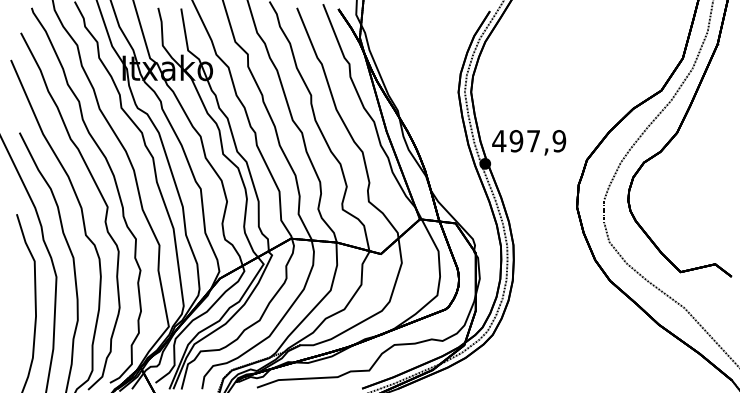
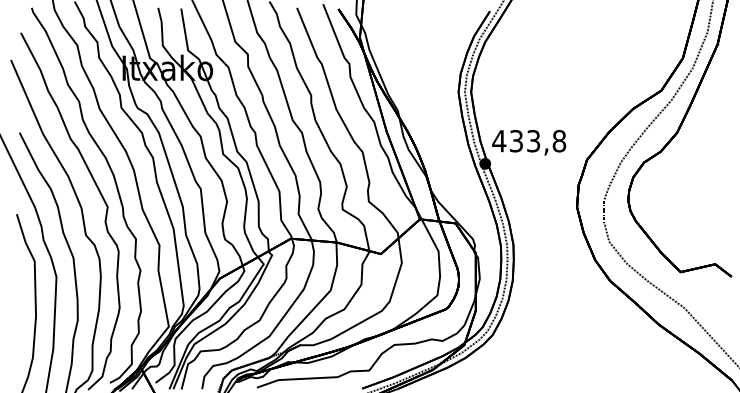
text at (537, 141): 497,9 -> 433,8
